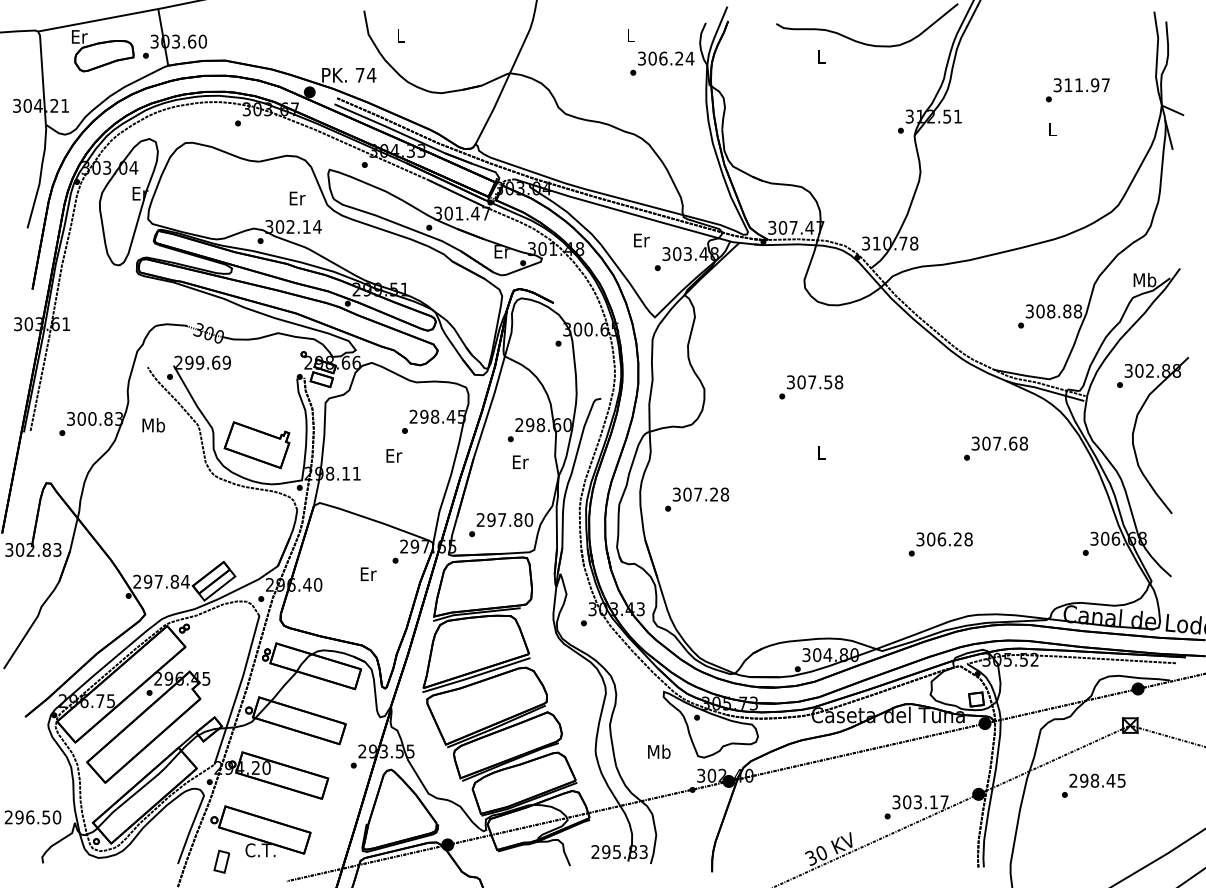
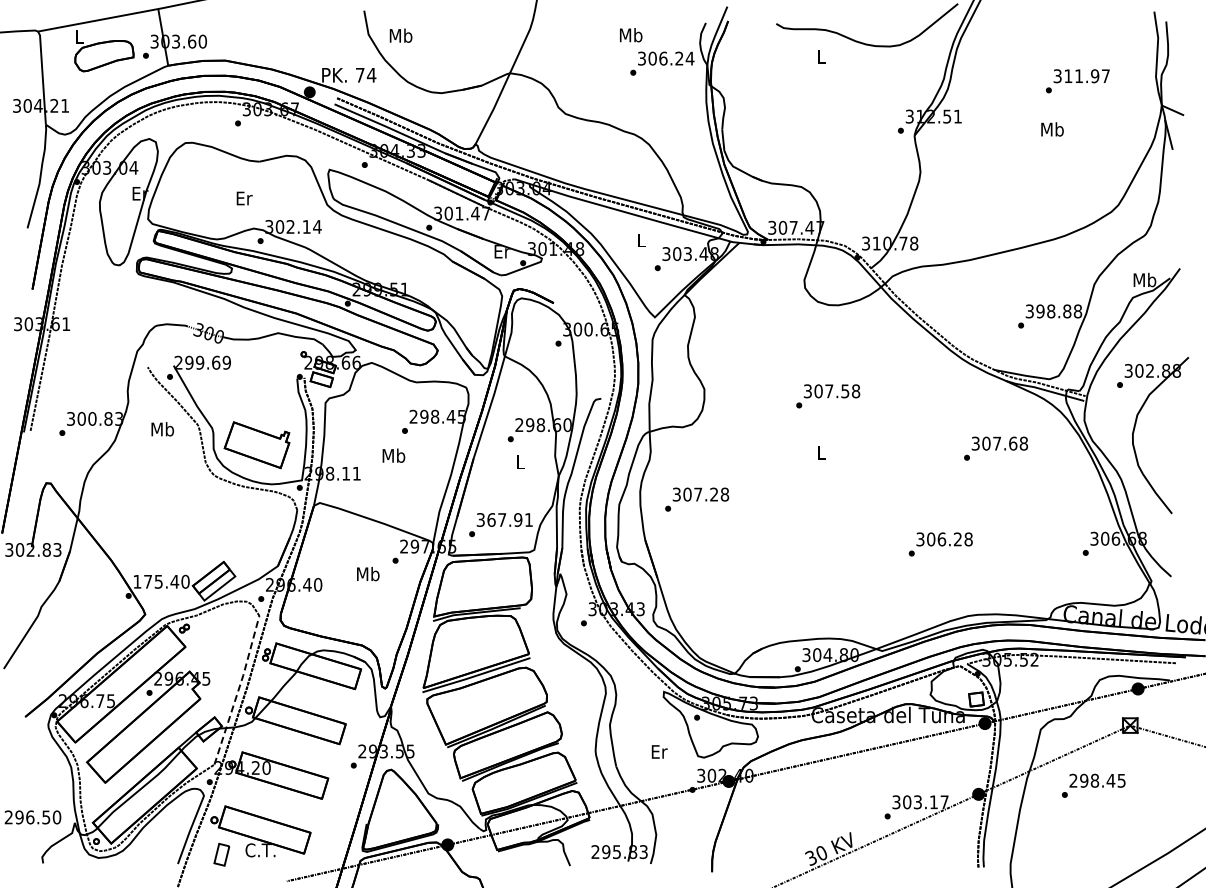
text at (400, 35): L -> Mb
text at (631, 35): L -> Mb
text at (79, 36): Er -> L
text at (1077, 90) position: (1077, 90) -> (1077, 81)
text at (1052, 129): L -> Mb
text at (297, 198) position: (297, 198) -> (244, 198)
text at (641, 240): Er -> L
text at (1040, 311): 308.88 -> 398.88
text at (811, 387) position: (811, 387) -> (828, 396)
text at (153, 425) position: (153, 425) -> (162, 429)
text at (393, 455): Er -> Mb
text at (520, 462): Er -> L
text at (504, 519): 297.80 -> 367.91
text at (368, 573): Er -> Mb
text at (161, 581): 297.84 -> 175.40
line at (238, 689): solid -> dashed
text at (659, 751): Mb -> Er
part at (221, 861) position: (221, 861) -> (221, 854)
